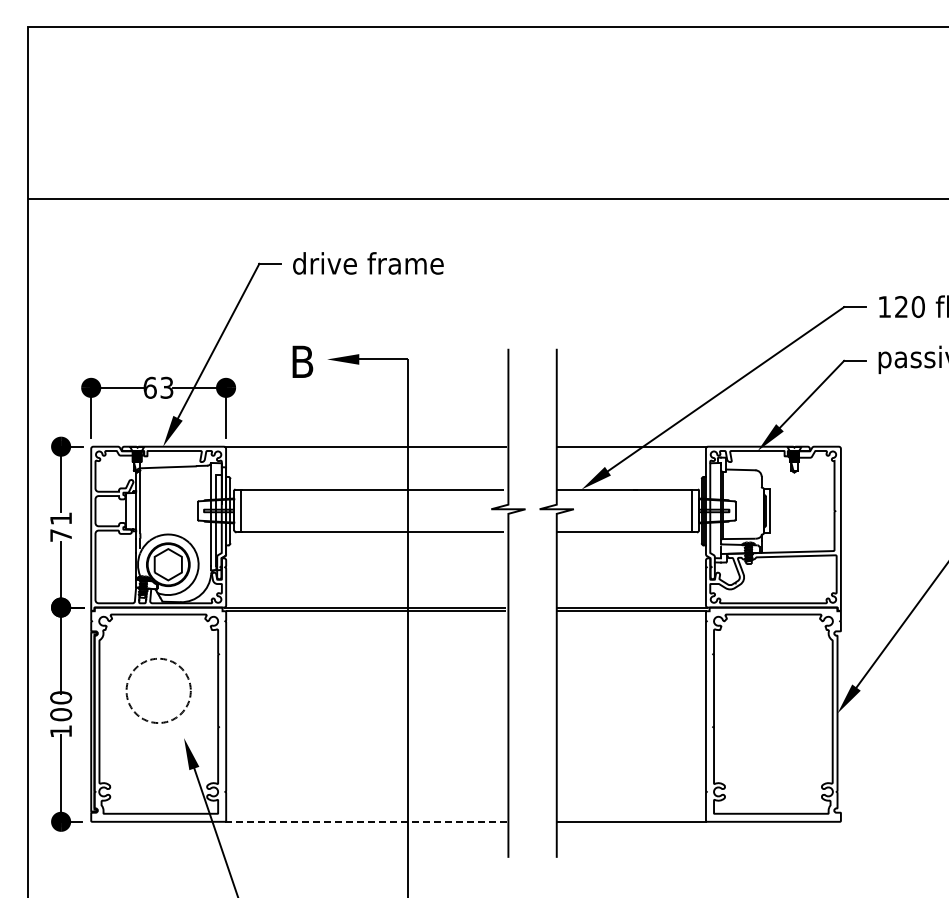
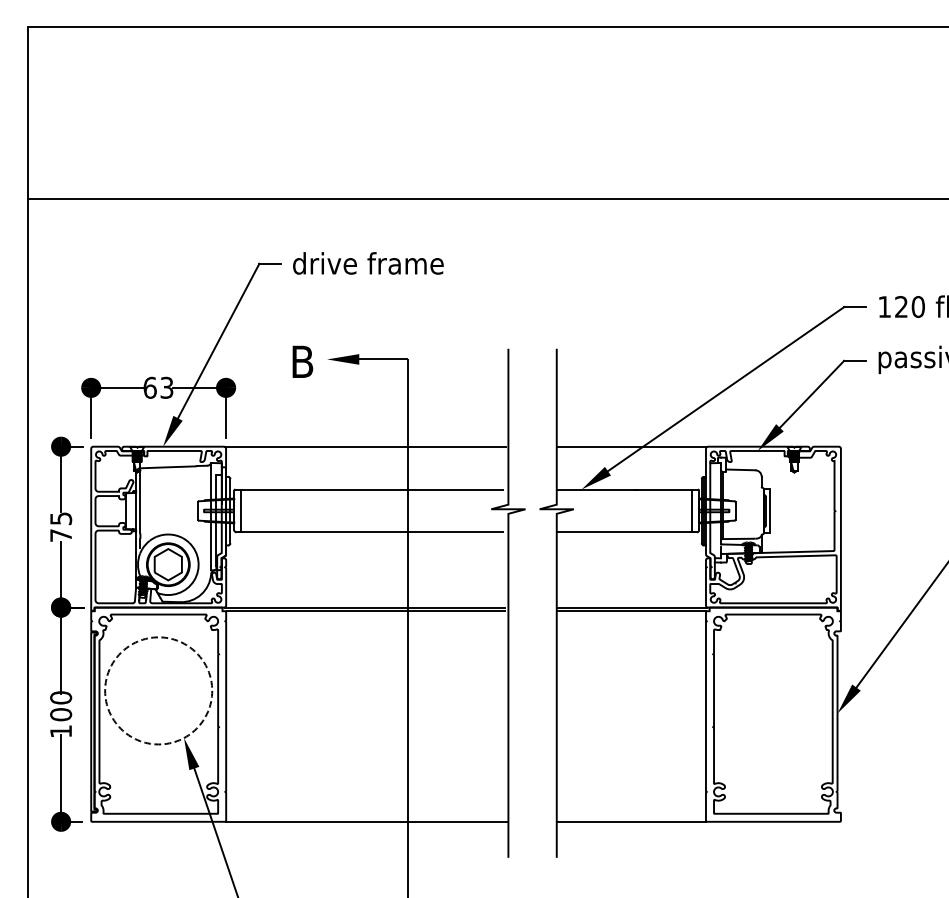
text at (61, 518): 71 -> 75
circle at (158, 690) diameter: 64 px -> 107 px
line at (366, 821): dashed -> solid
